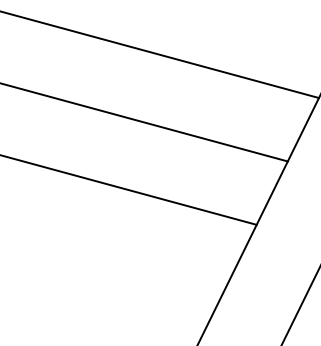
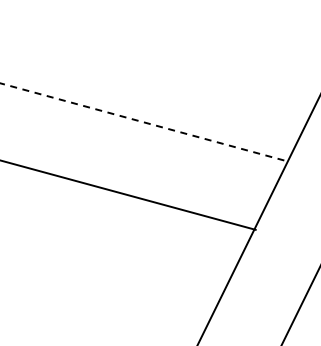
line at (159, 54): present -> none
line at (144, 122): solid -> dashed
line at (129, 189) position: (129, 189) -> (128, 195)
